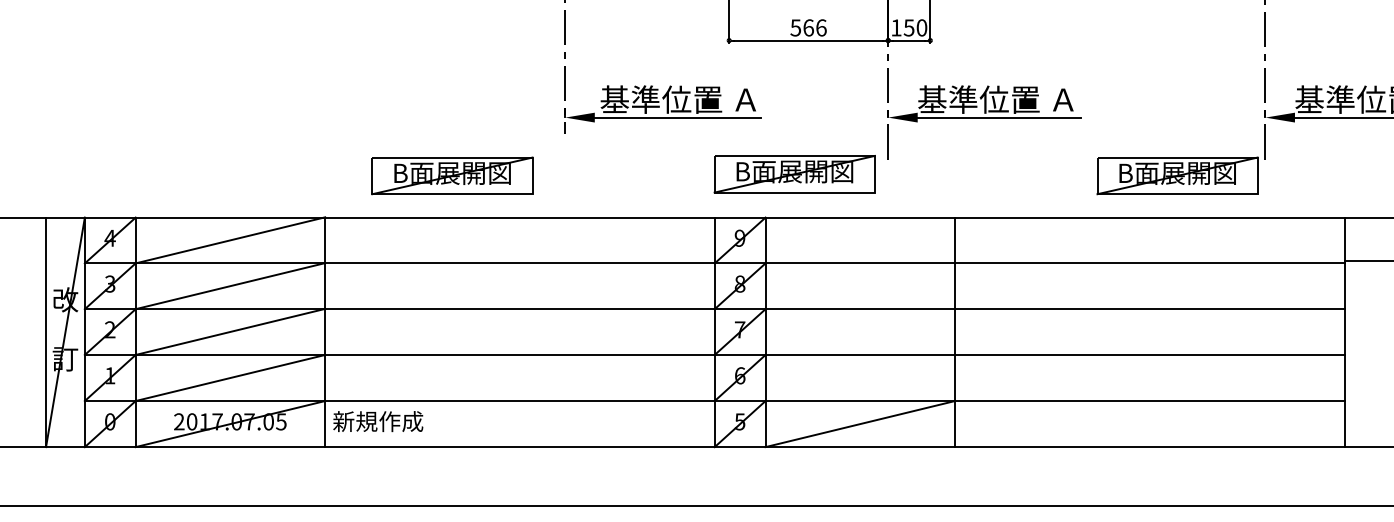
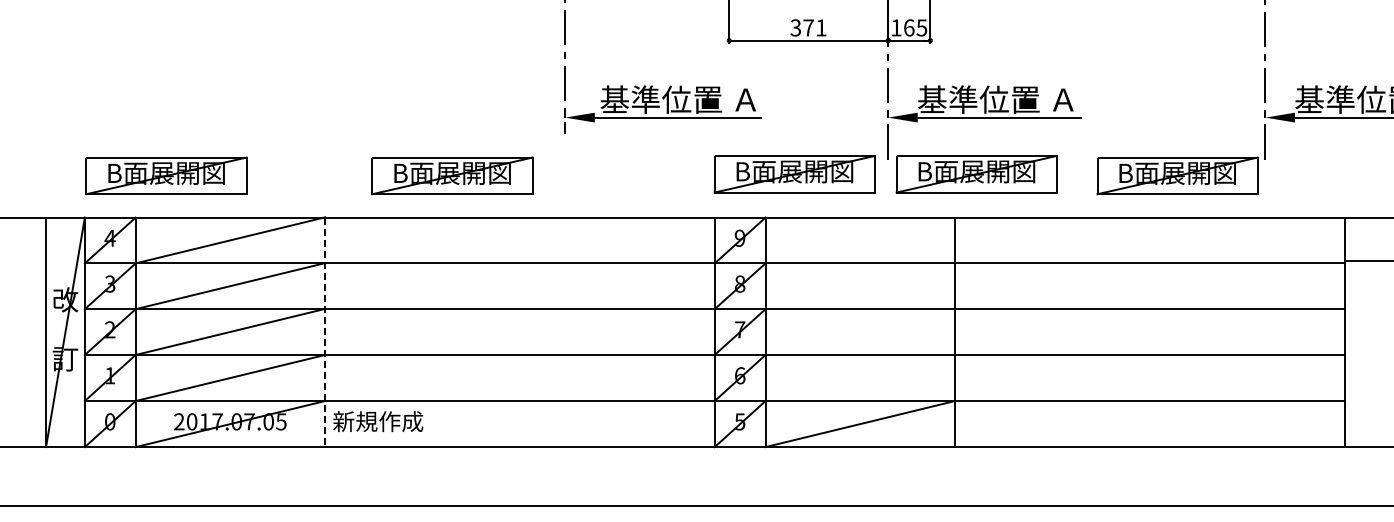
text at (808, 27): 566 -> 371
text at (915, 27): 150 -> 165
part at (976, 174): none -> present
part at (166, 175): none -> present
line at (325, 332): solid -> dashed
